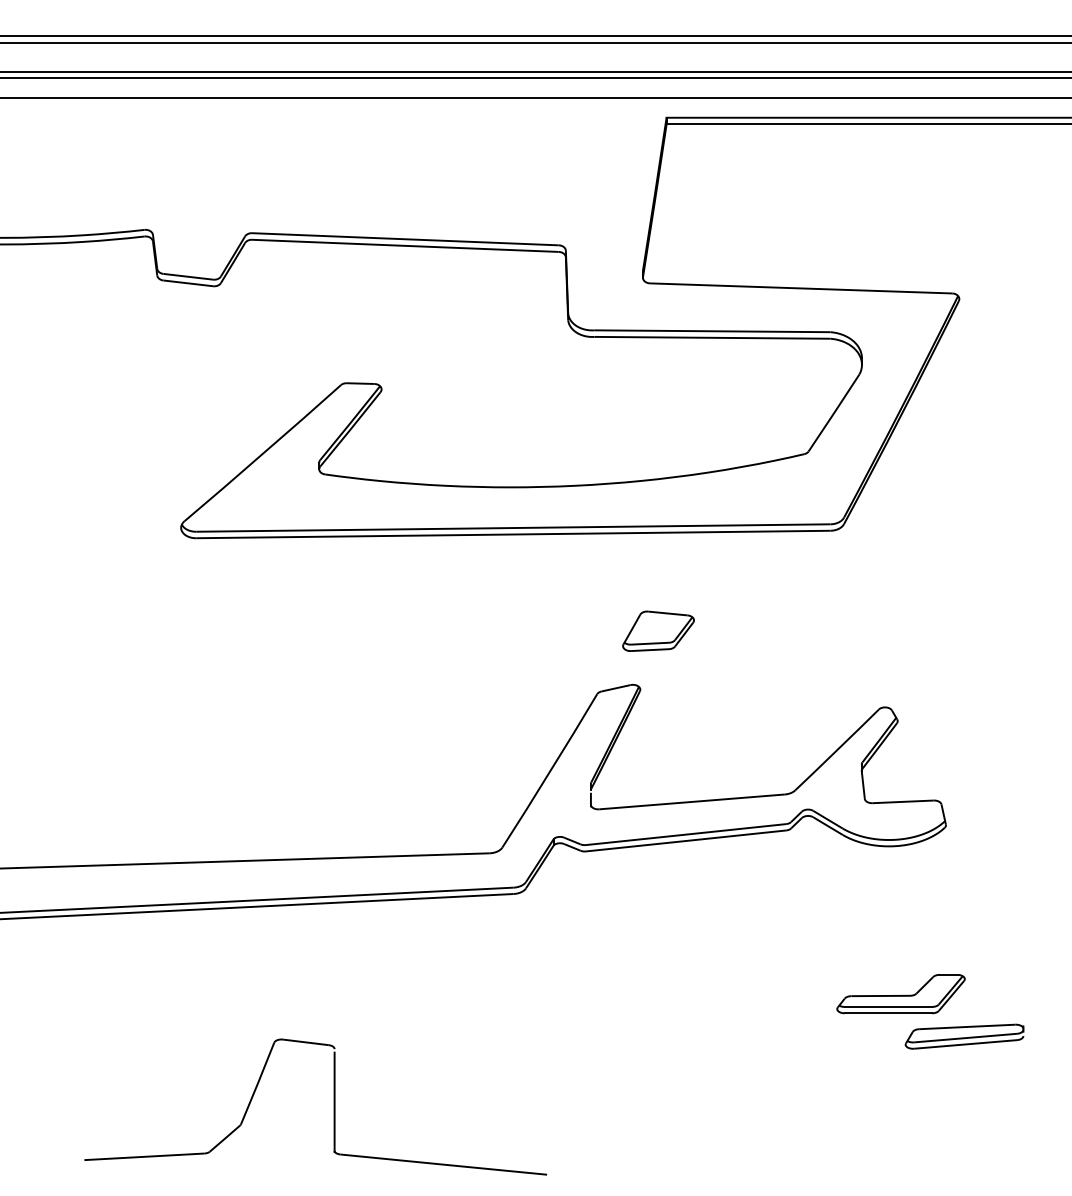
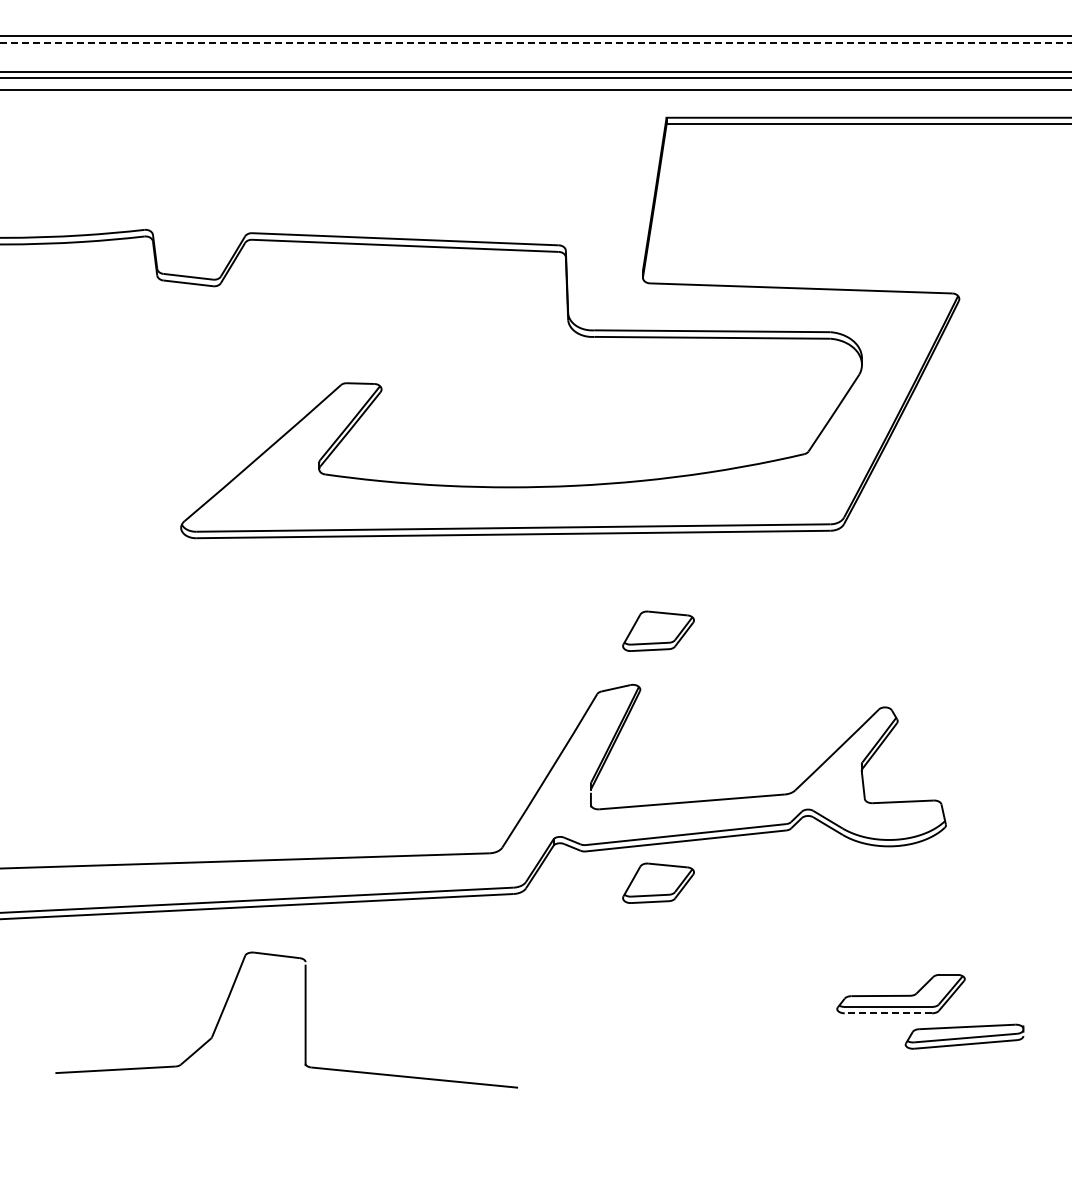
line at (536, 42): solid -> dashed
line at (535, 98) position: (535, 98) -> (535, 90)
part at (658, 882): none -> present
line at (888, 1013): solid -> dashed
part at (333, 1106) position: (333, 1106) -> (304, 1019)
